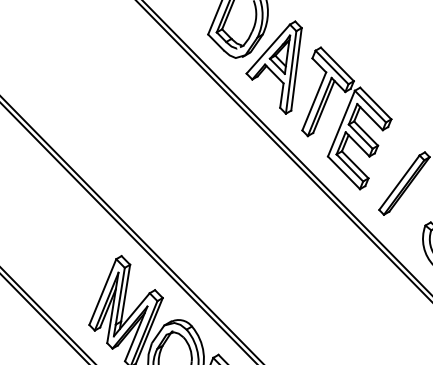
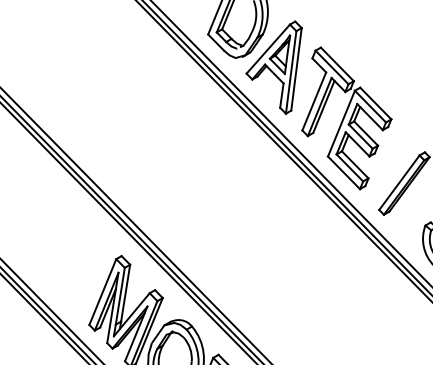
line at (290, 143): none -> present
line at (135, 225): none -> present
line at (51, 310): none -> present
